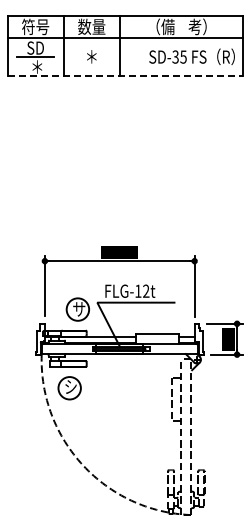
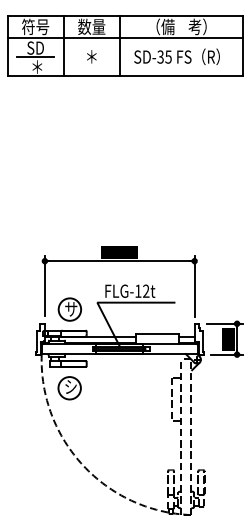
text at (191, 56) position: (191, 56) -> (176, 56)
line at (125, 75): dashed -> solid
part at (77, 309) position: (77, 309) -> (69, 309)
